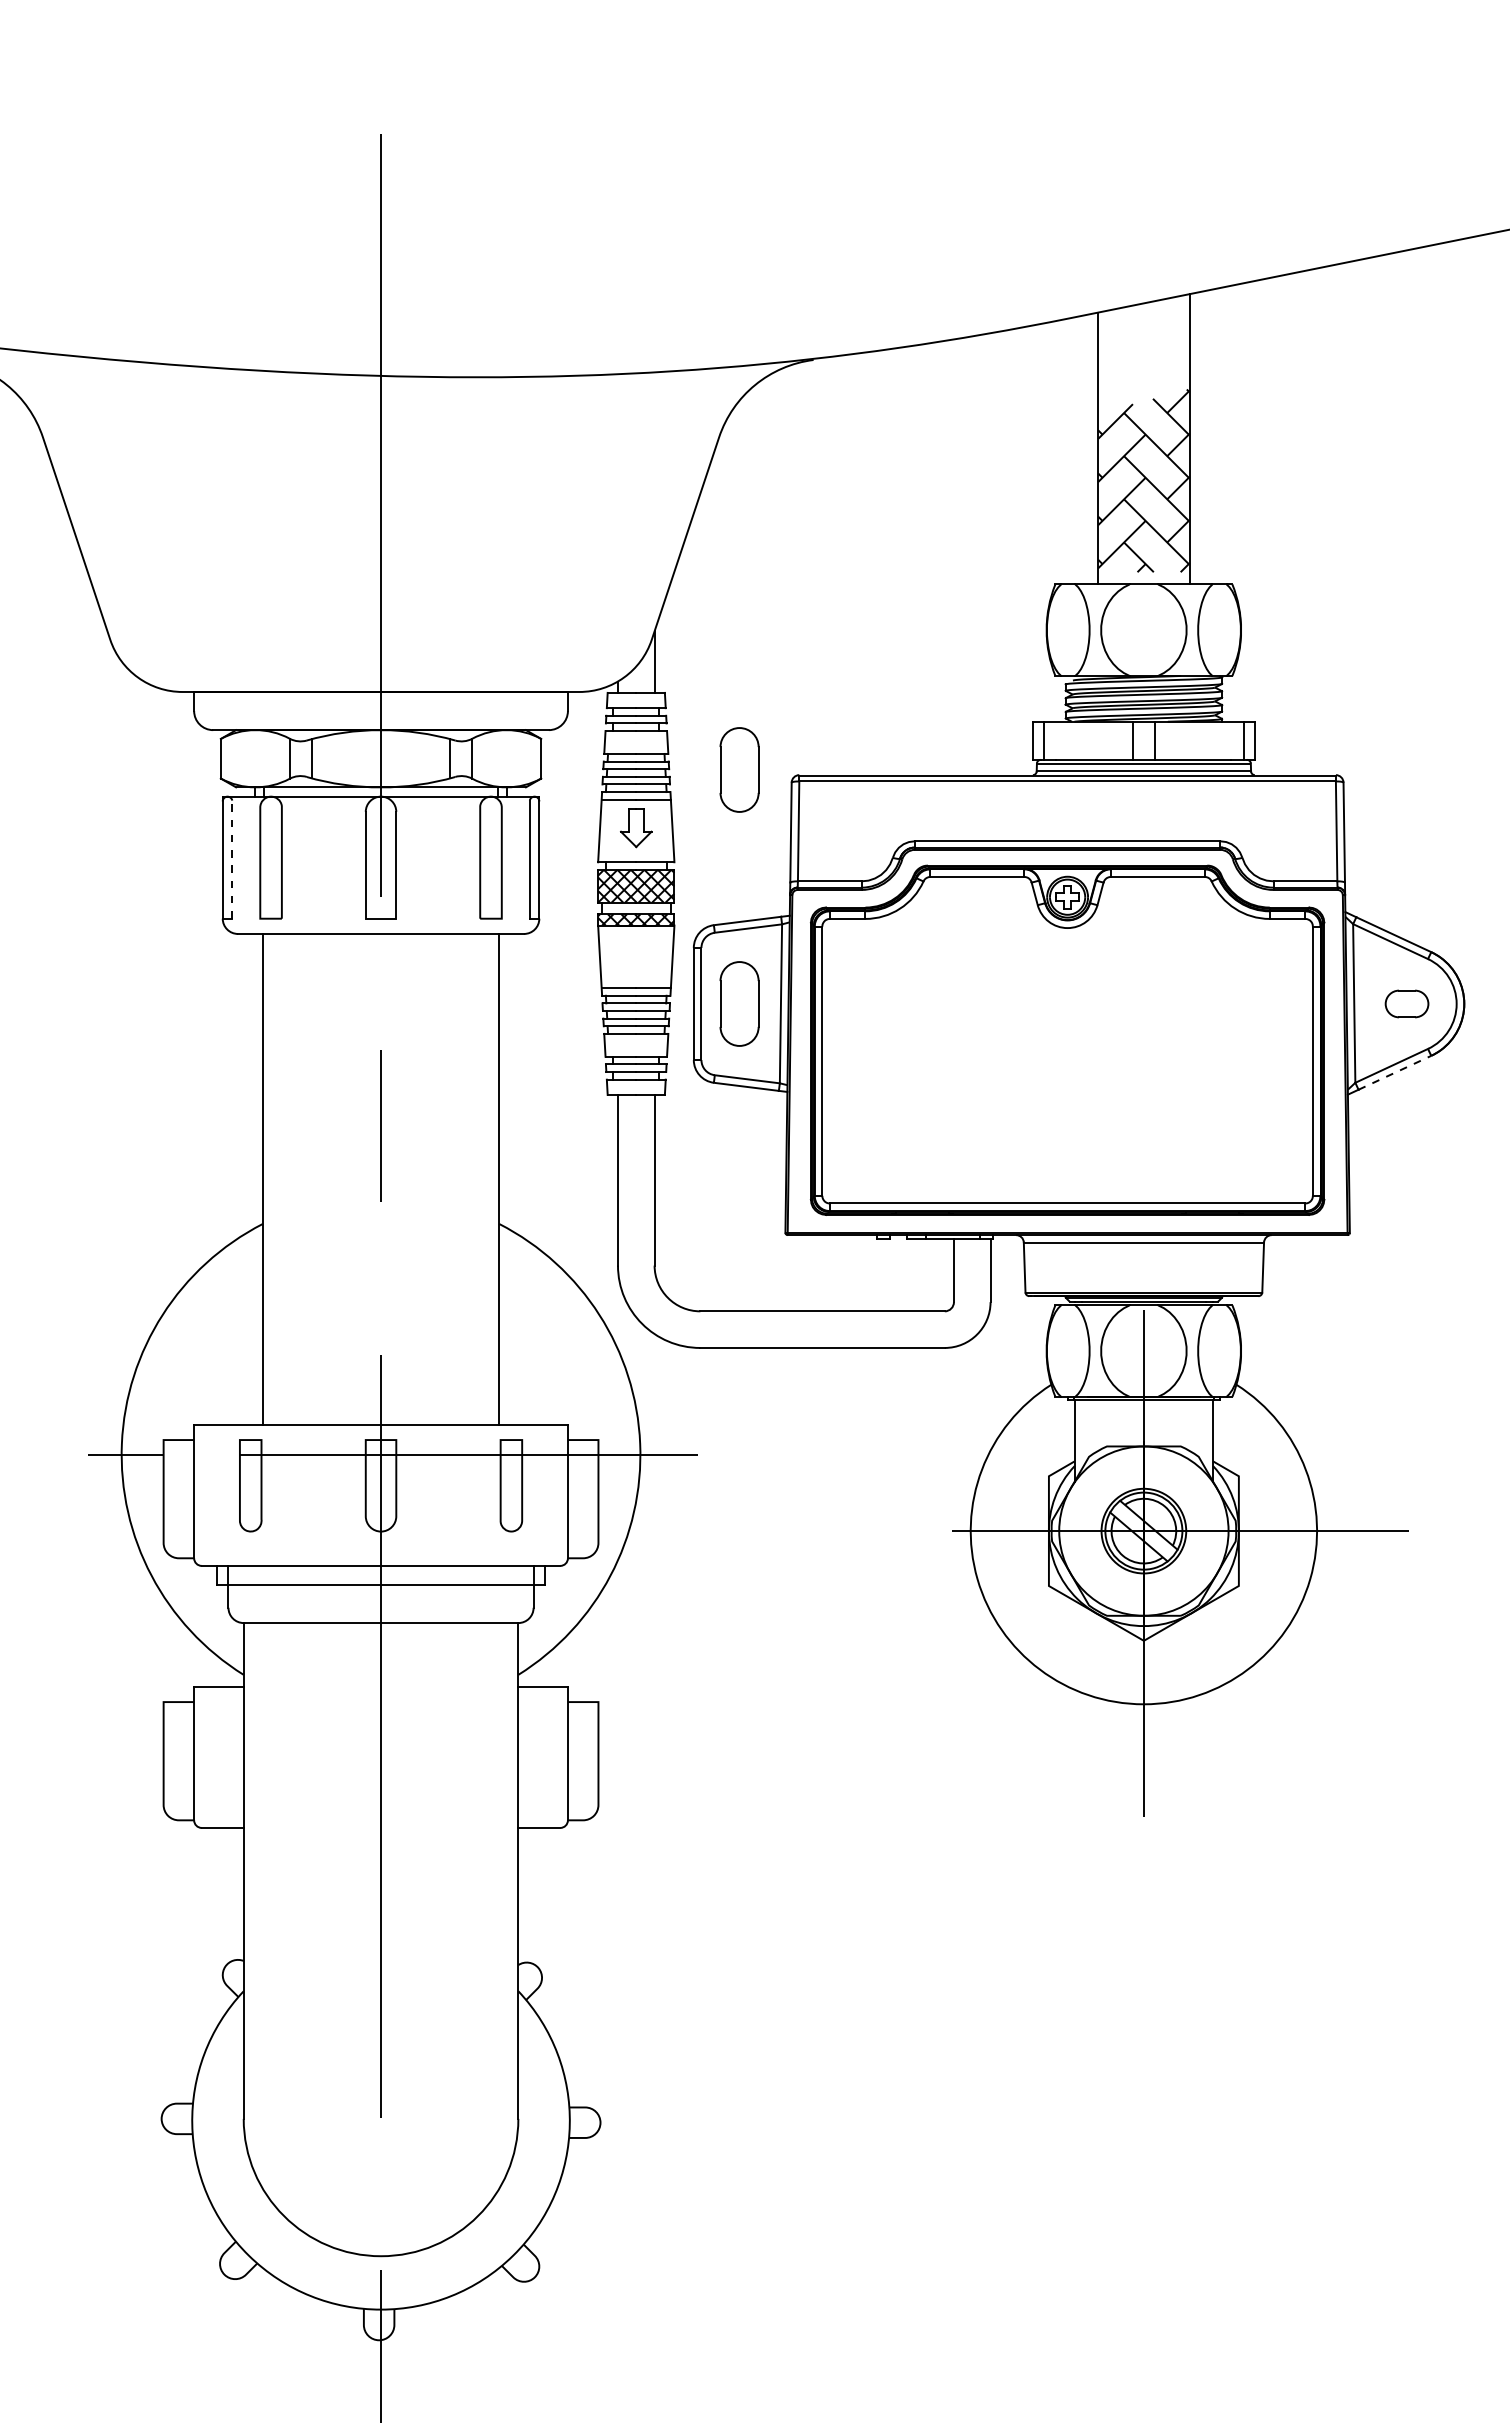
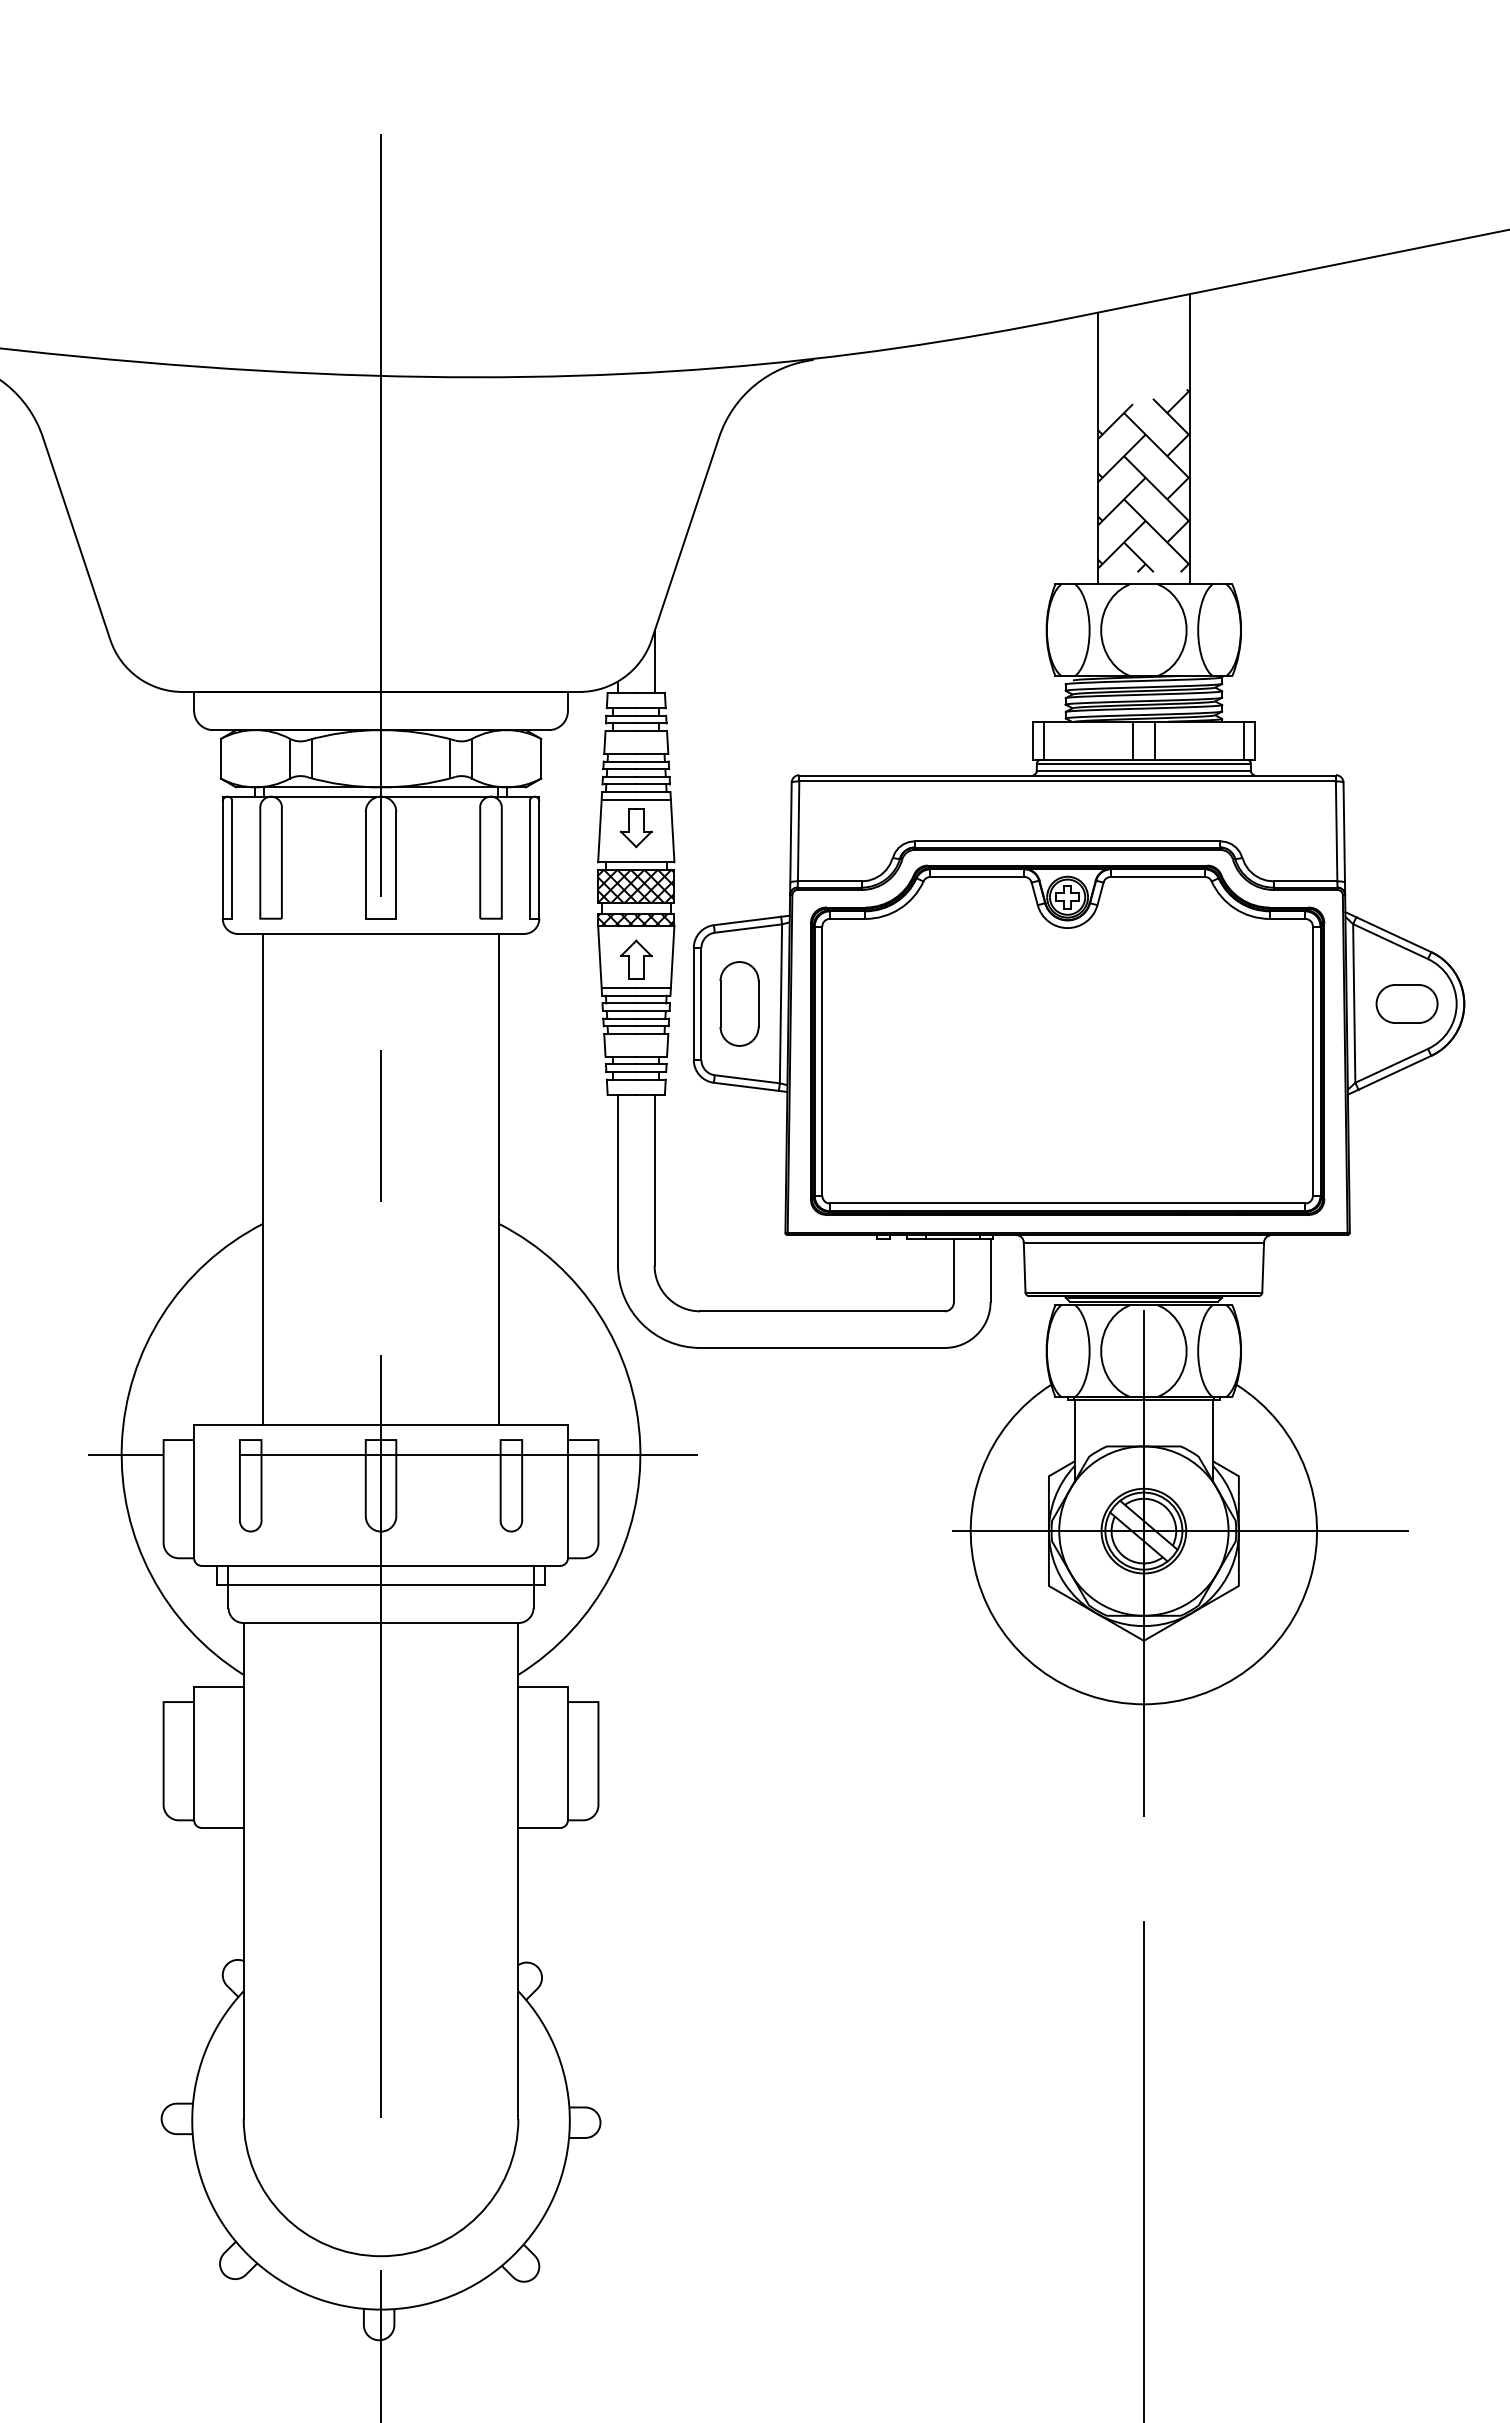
part at (739, 769): present -> none
line at (232, 859): dashed -> solid
part at (636, 959): none -> present
part at (1406, 1003) size: 46x30 px -> 64x40 px
line at (1395, 1072): dashed -> solid
line at (1143, 2170): none -> present
